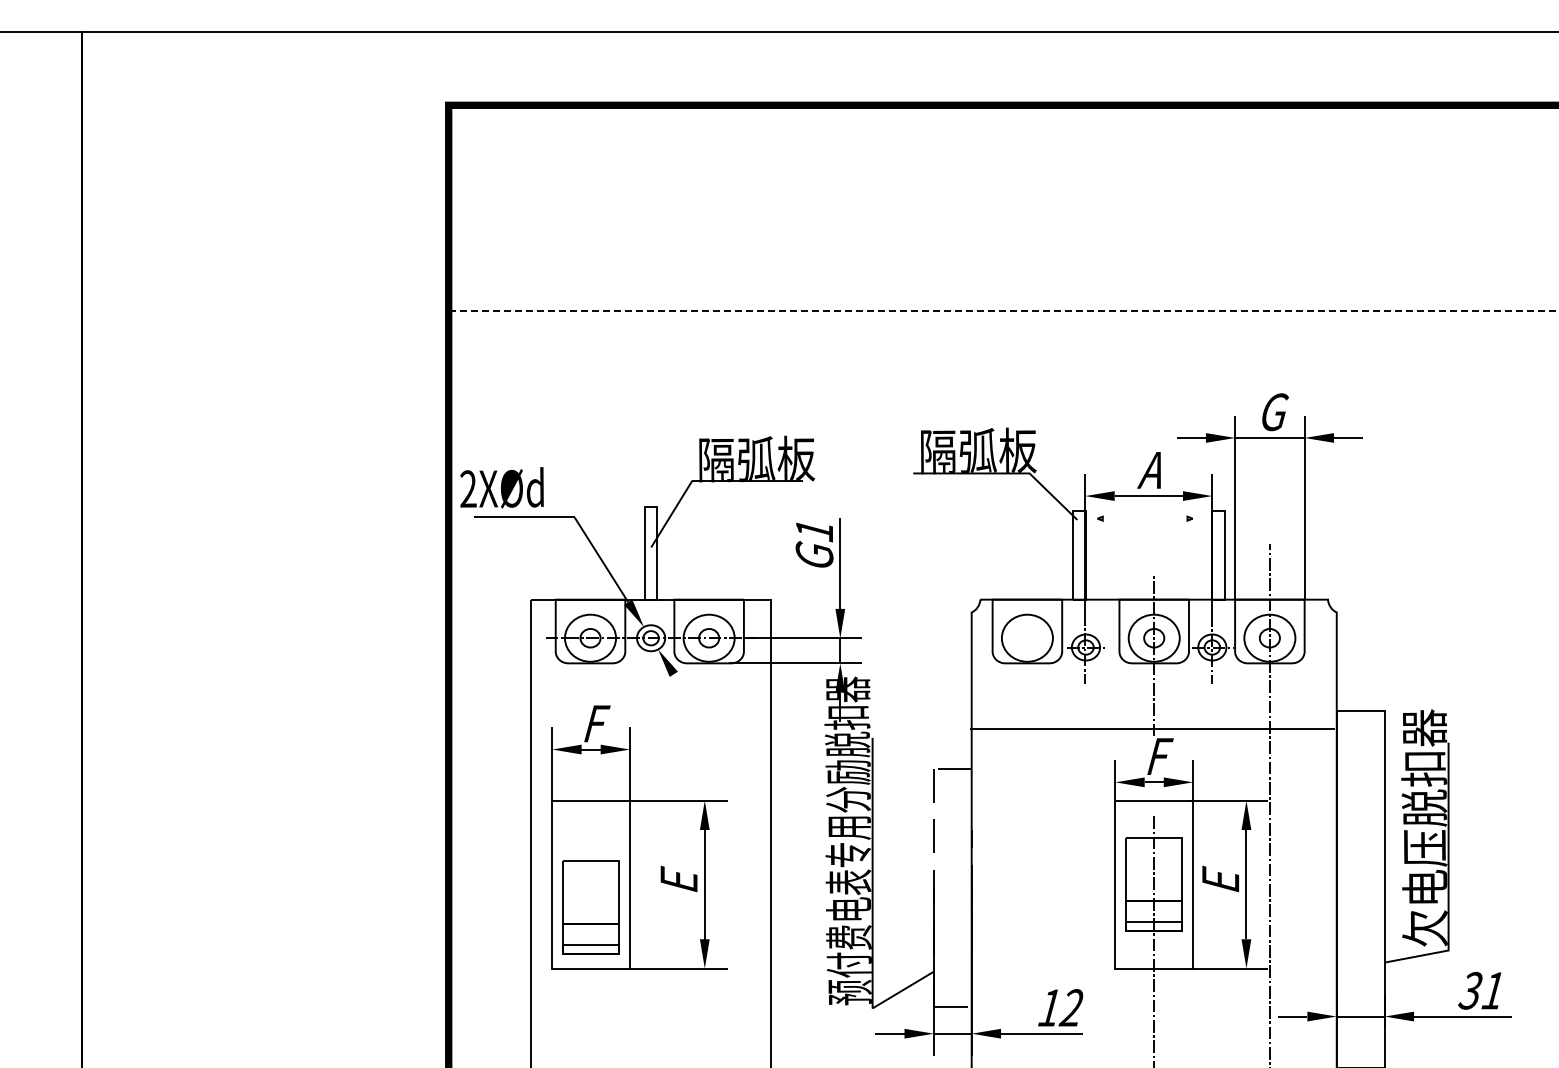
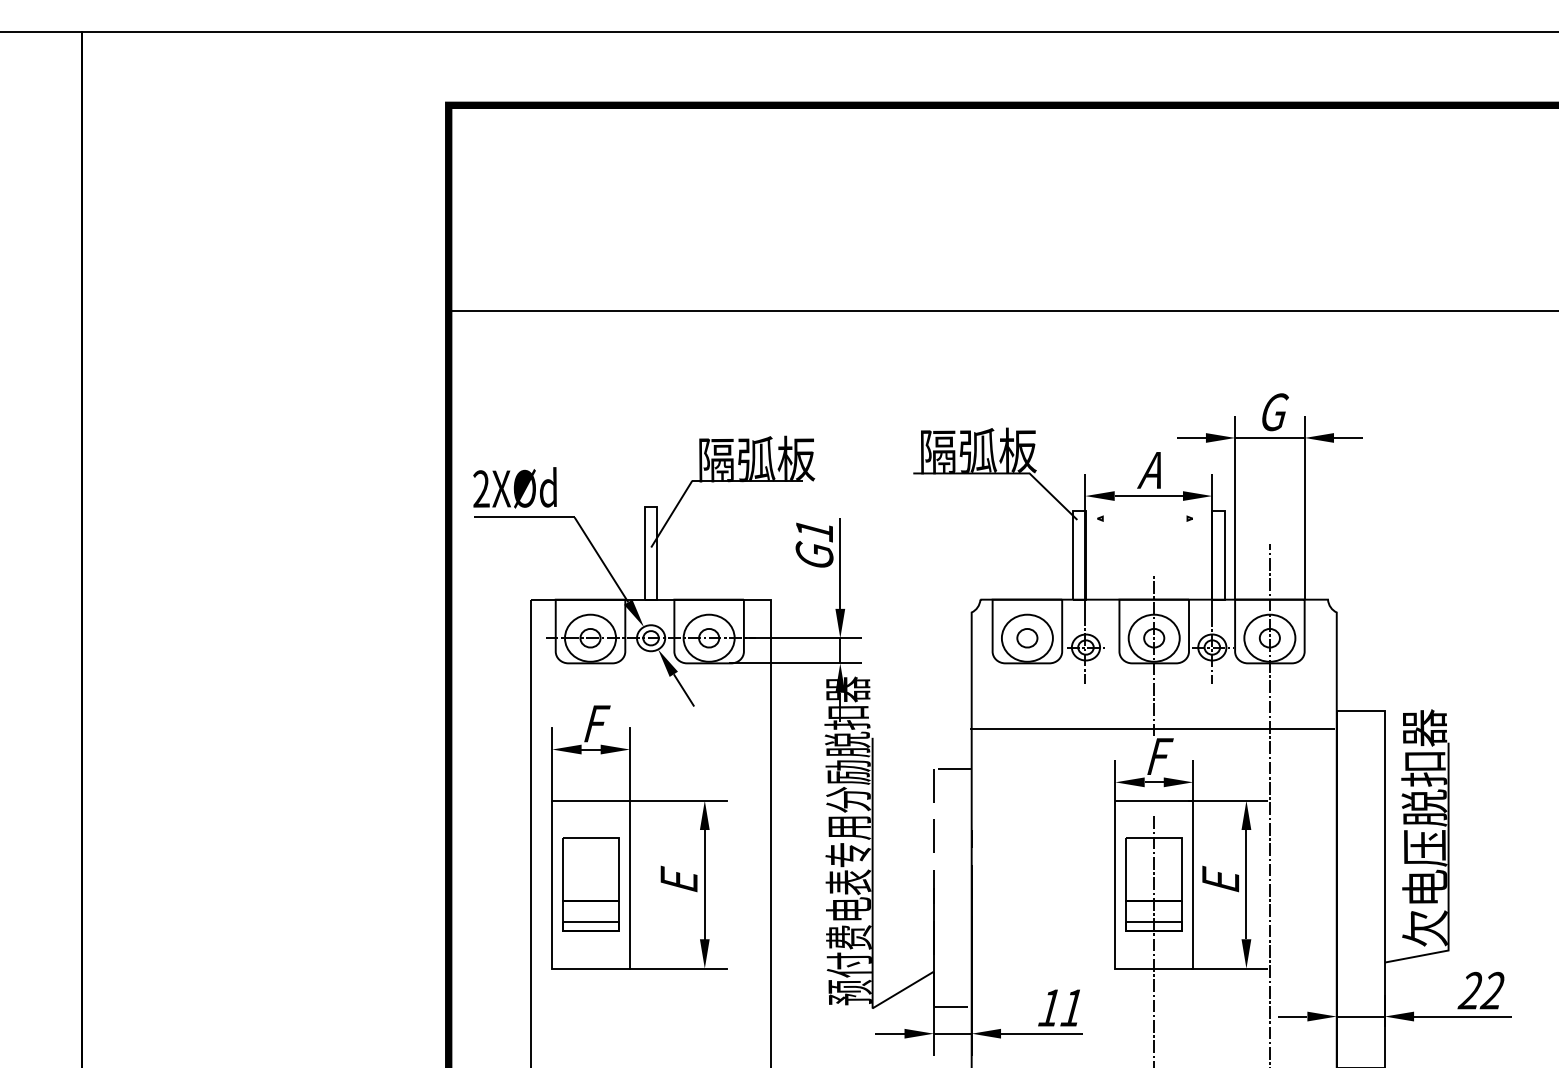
line at (1003, 310): dashed -> solid
text at (501, 487) position: (501, 487) -> (514, 487)
part at (1027, 638): none -> present
line at (683, 690): none -> present
part at (590, 907) position: (590, 907) -> (590, 884)
text at (1480, 990): 31 -> 22
text at (1070, 1007): 12 -> 11
